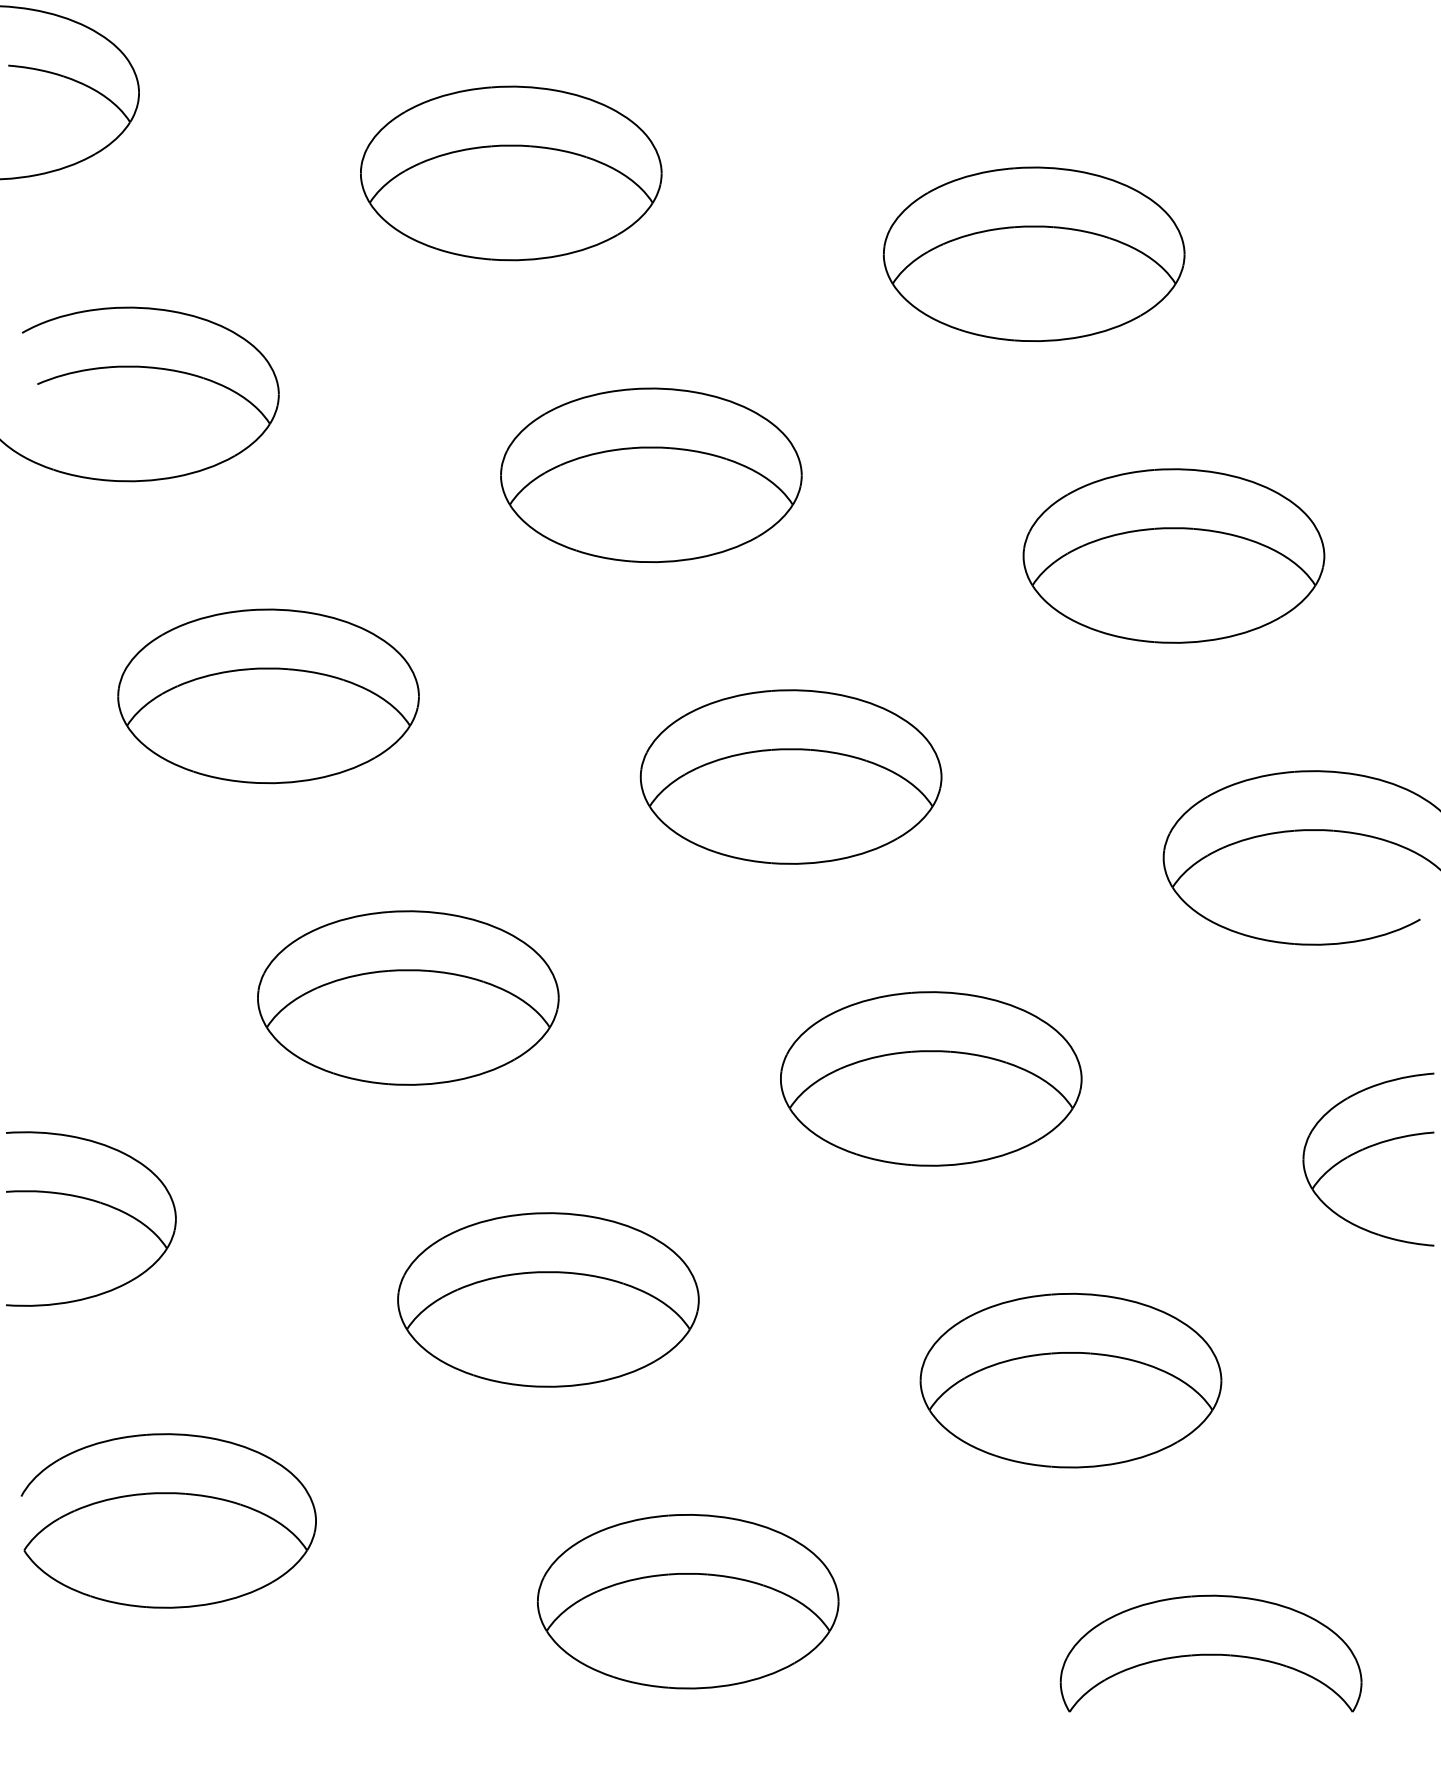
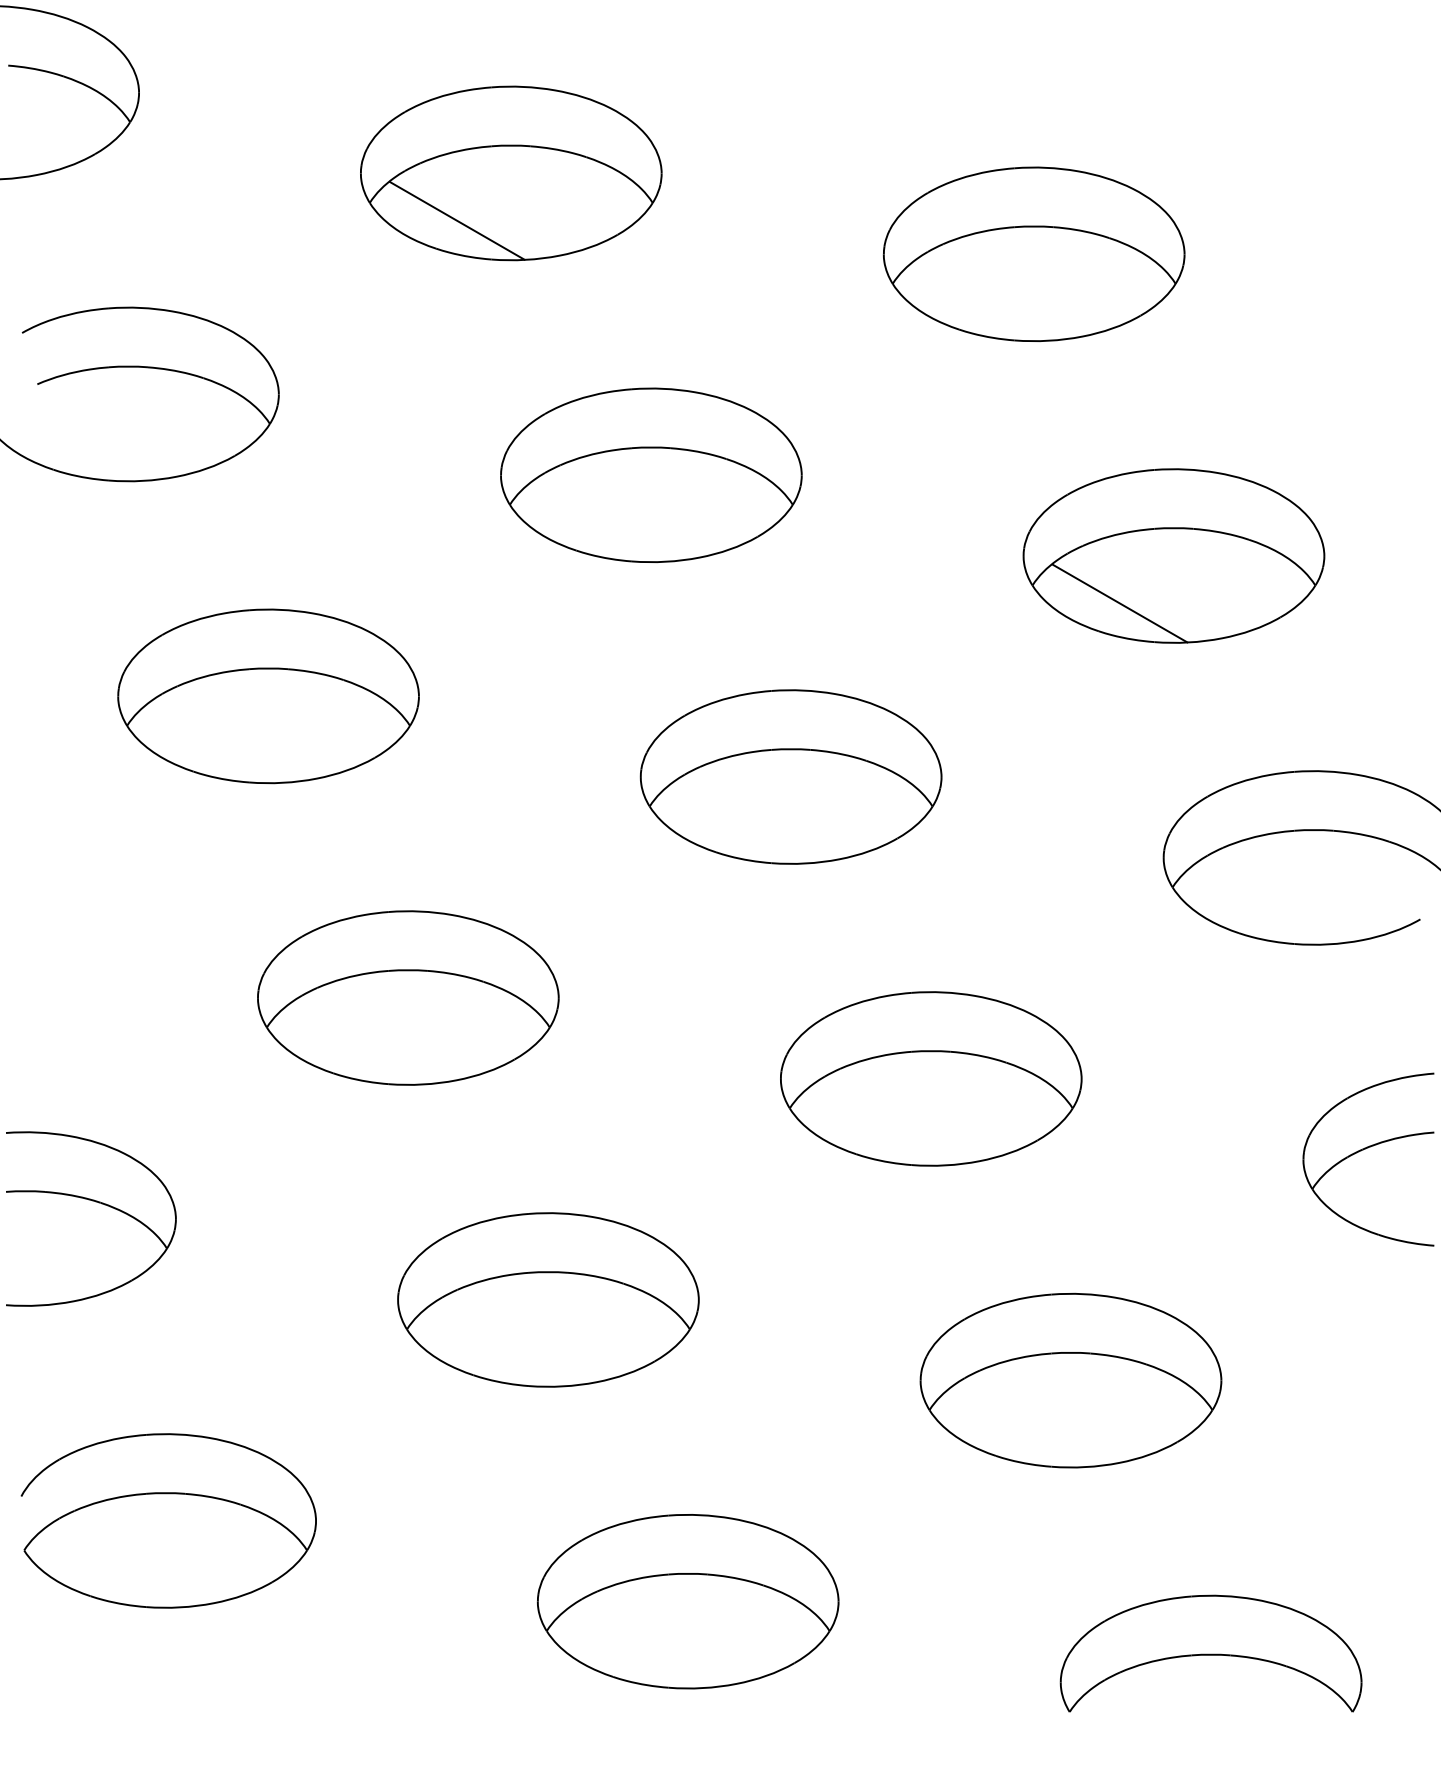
line at (456, 220): none -> present
line at (1119, 603): none -> present
